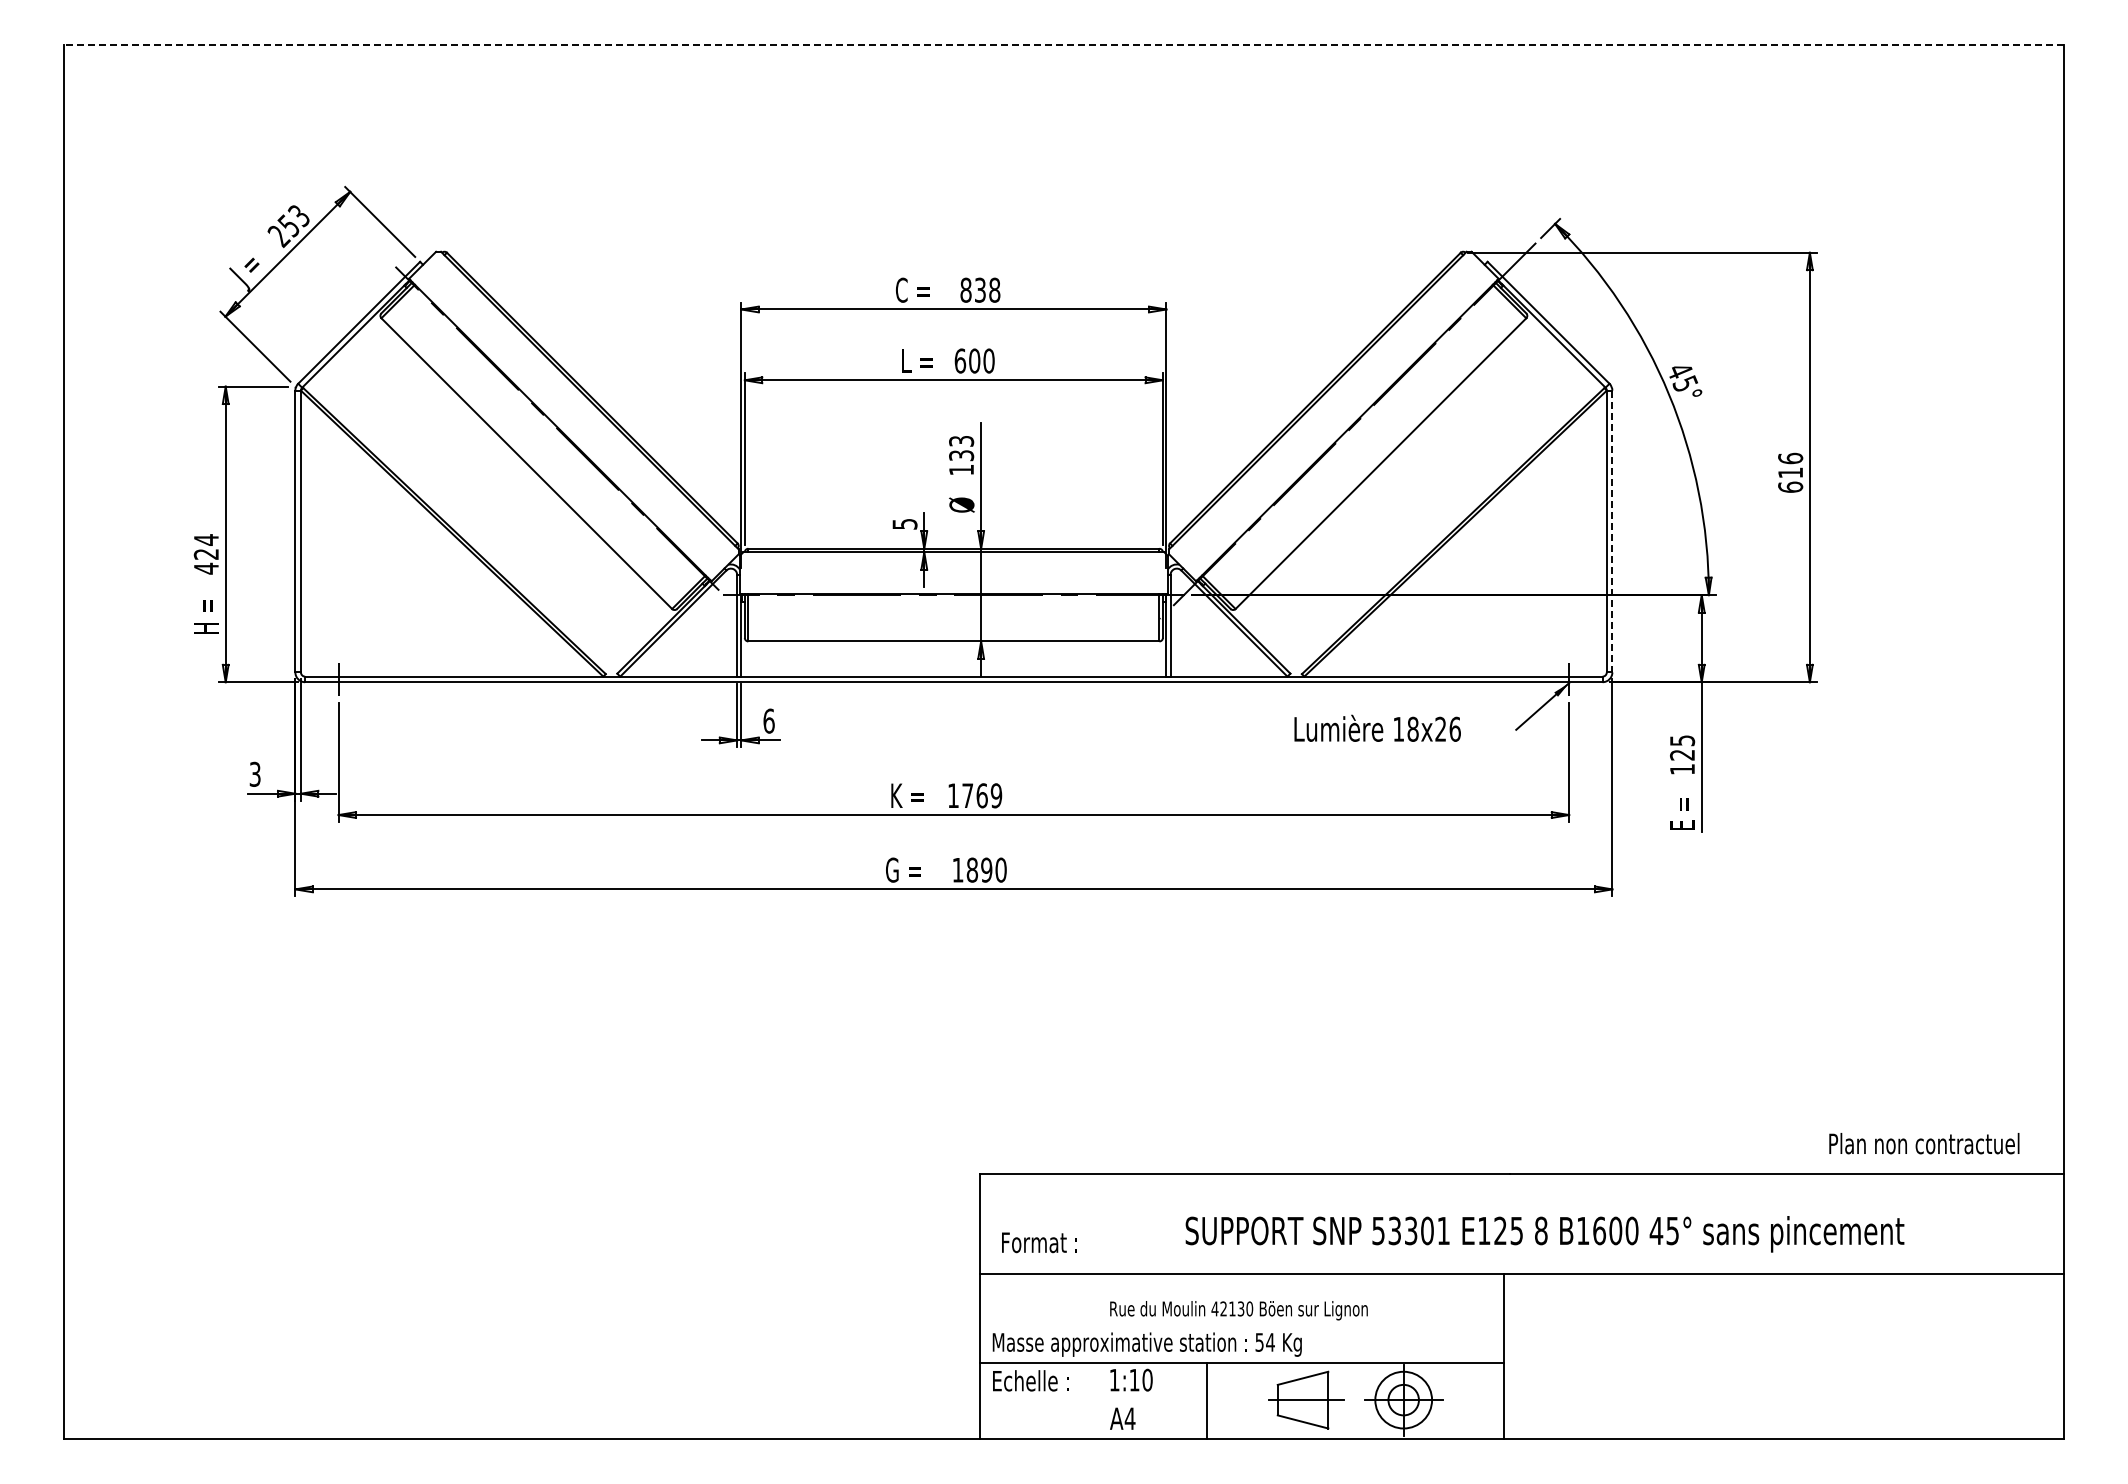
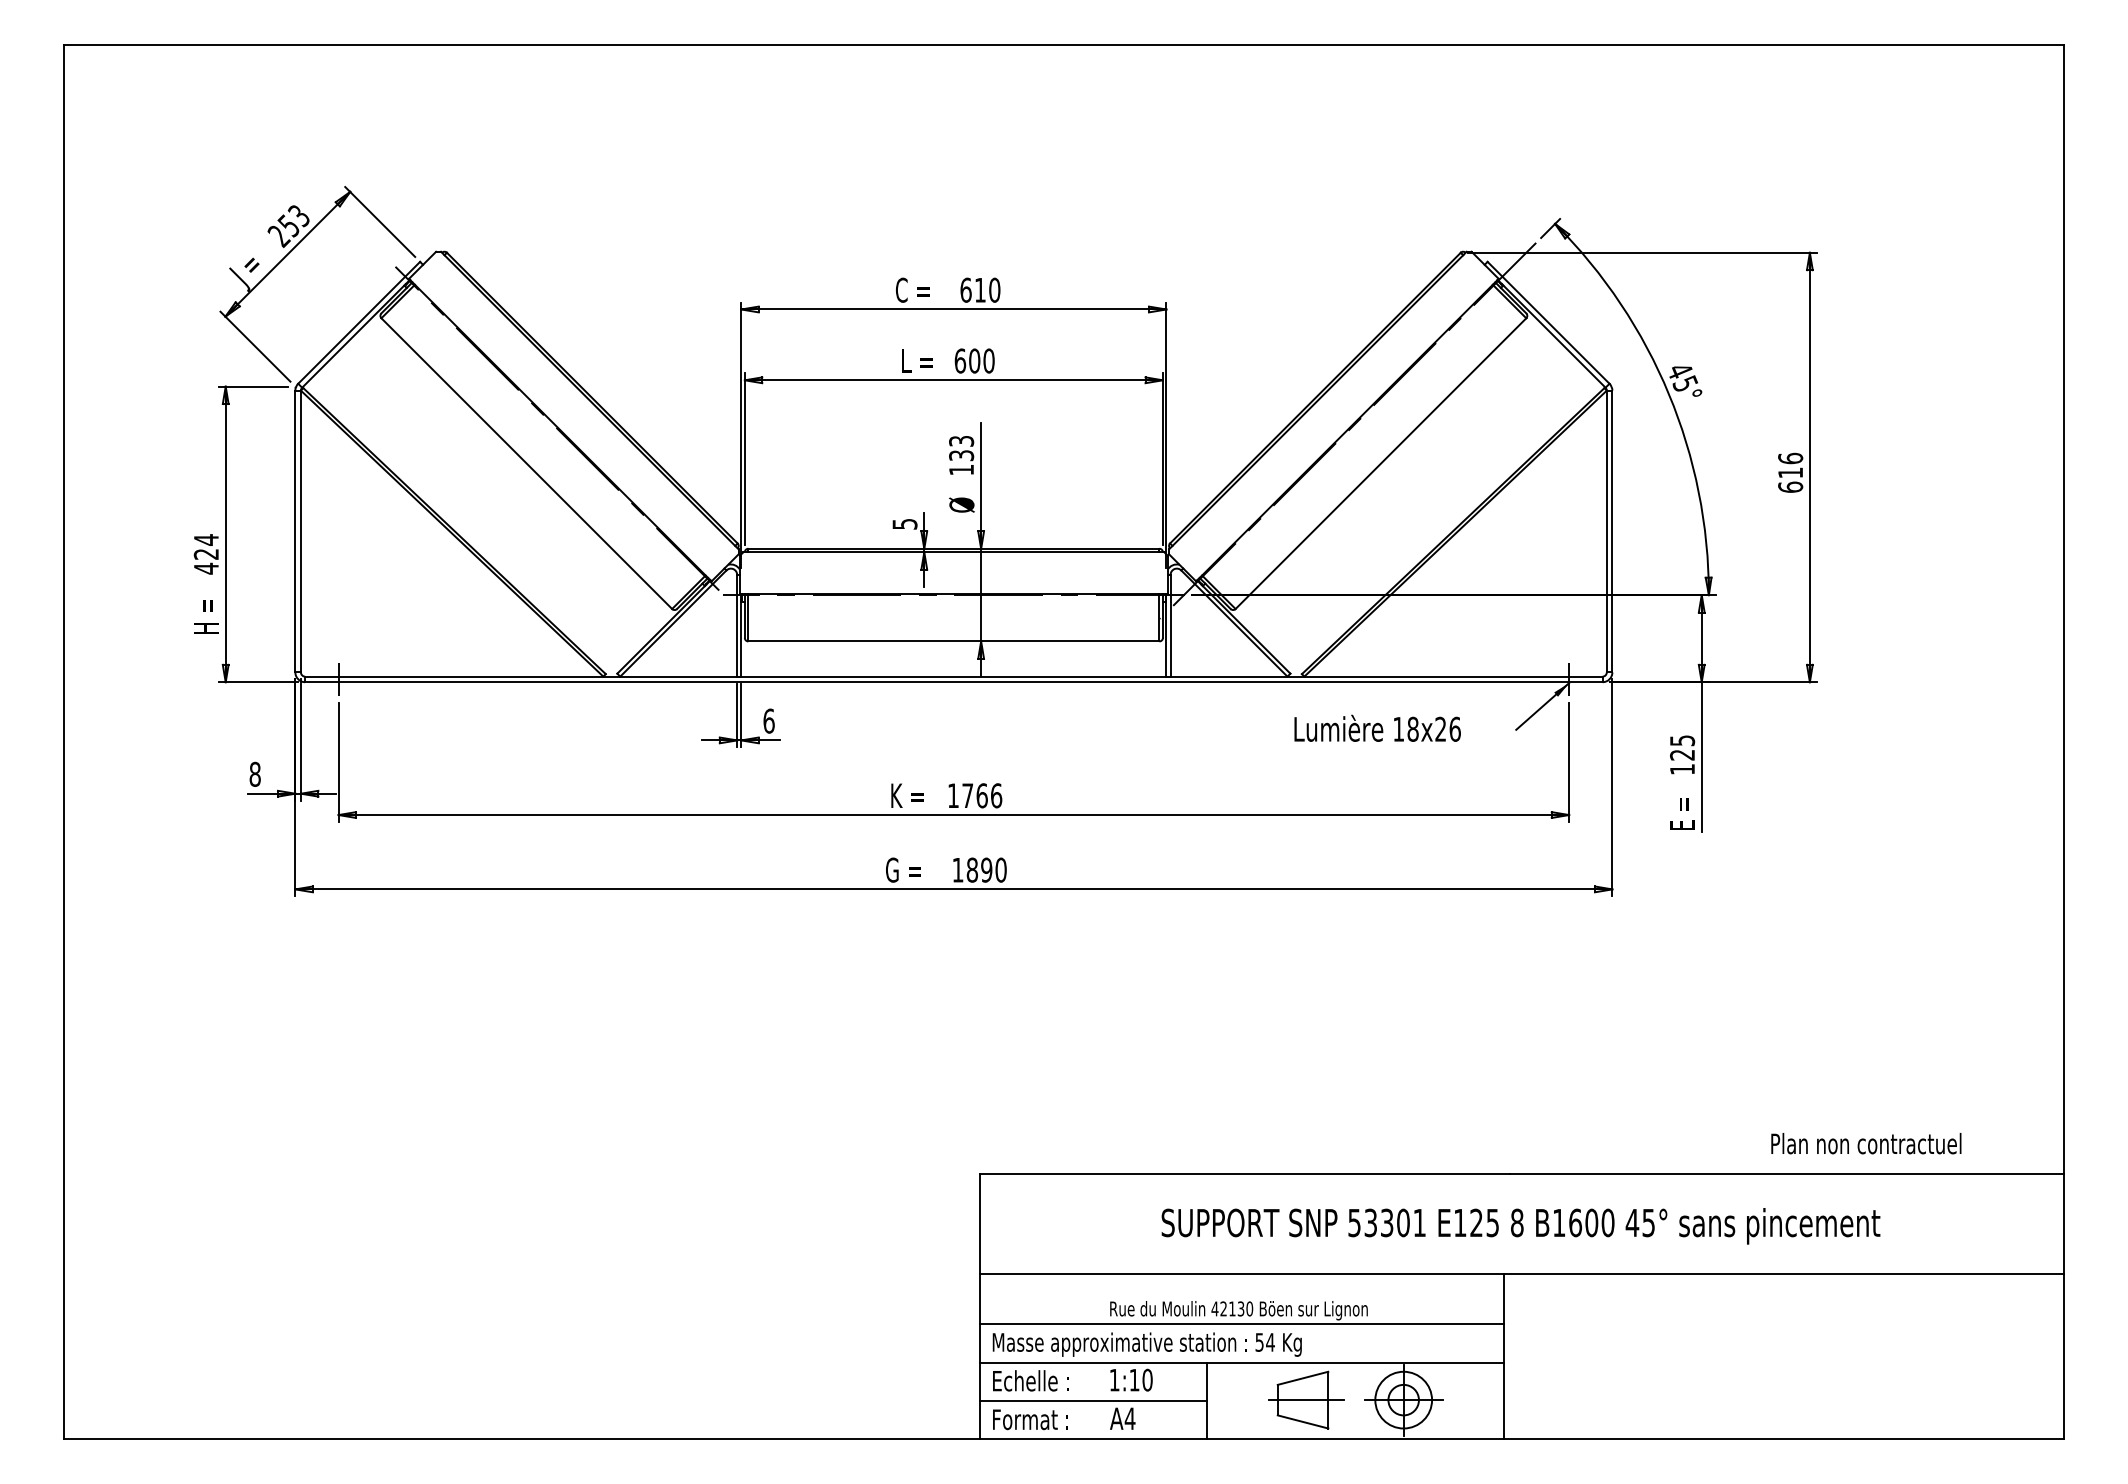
line at (1064, 44): dashed -> solid
text at (980, 289): 838 -> 610
line at (1612, 531): dashed -> solid
text at (254, 773): 3 -> 8
text at (996, 795): 1769 -> 1766
text at (1924, 1143) position: (1924, 1143) -> (1866, 1143)
text at (1544, 1234) position: (1544, 1234) -> (1520, 1226)
text at (1039, 1242) position: (1039, 1242) -> (1030, 1419)
line at (1241, 1324): none -> present
line at (1093, 1400): none -> present
